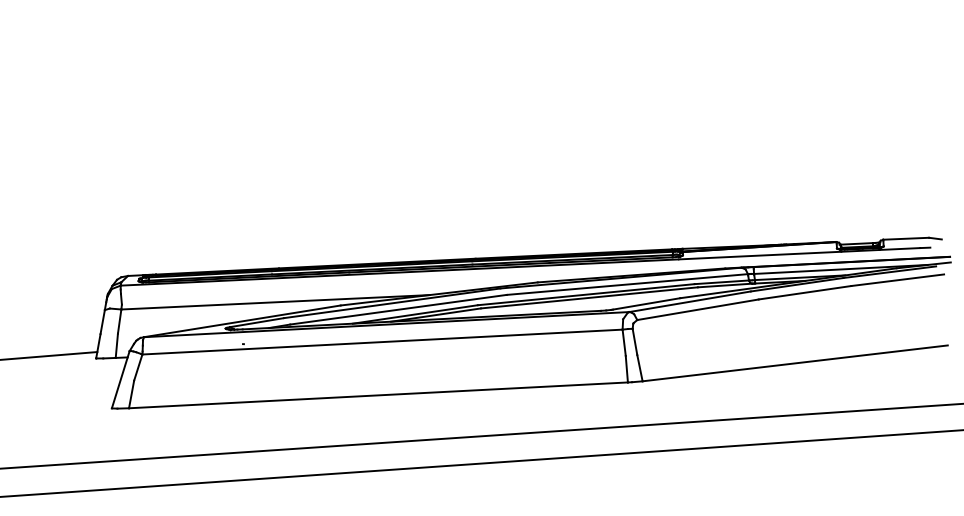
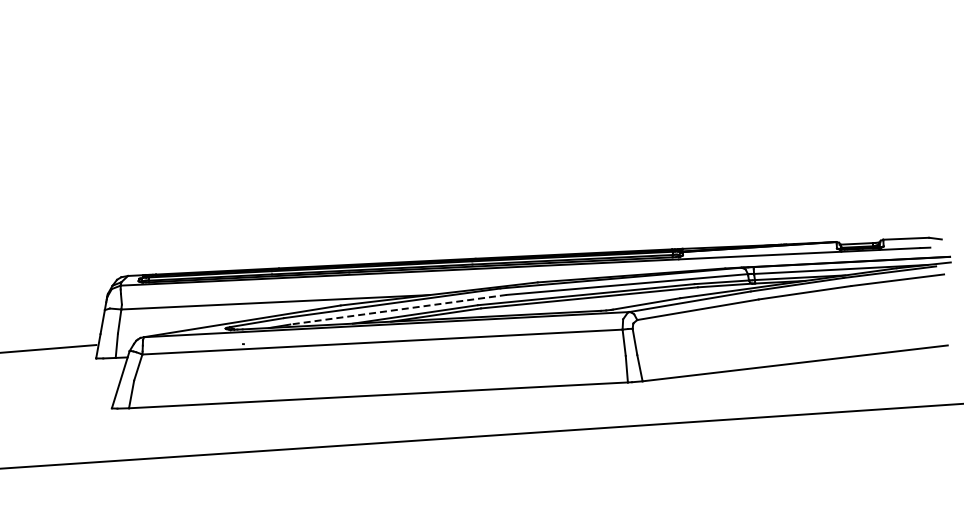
line at (398, 309): solid -> dashed
line at (49, 355) position: (49, 355) -> (49, 348)
line at (481, 463): present -> none
